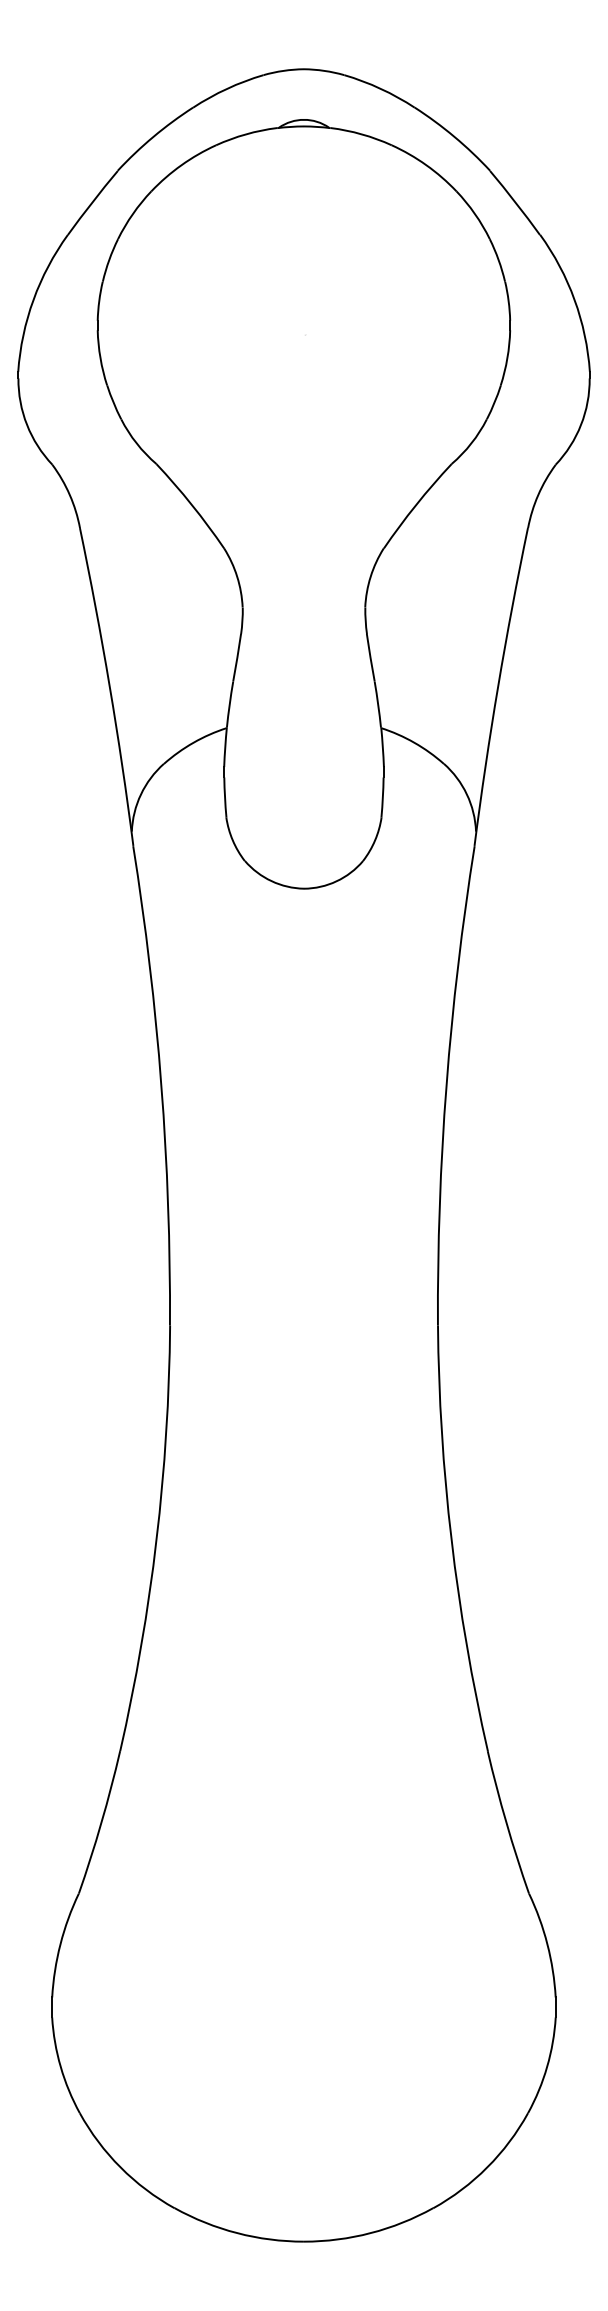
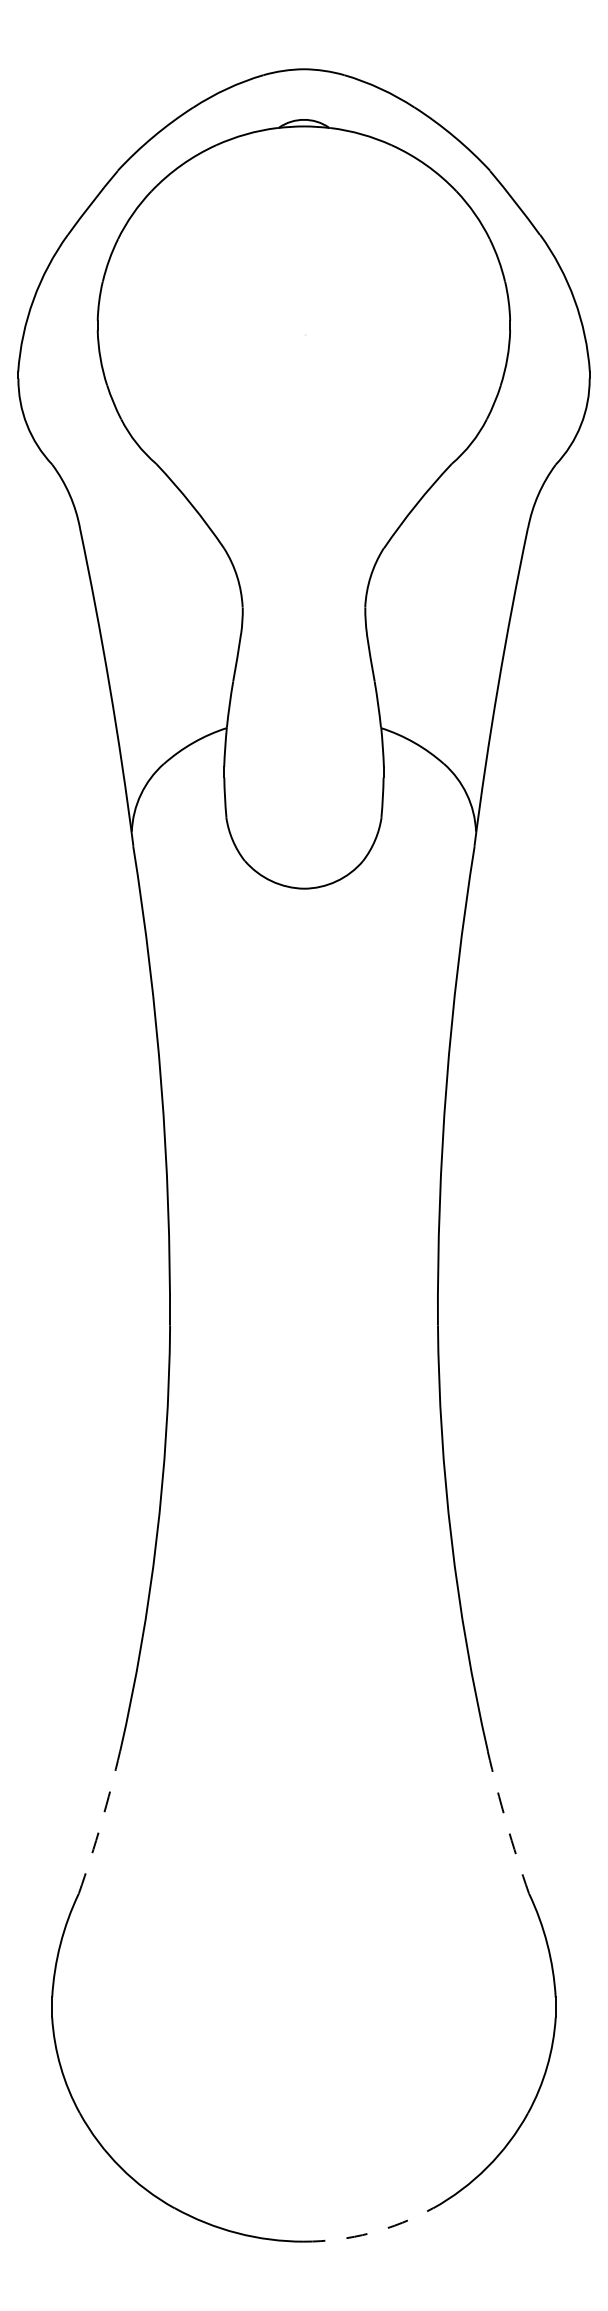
arc at (101, 1822): solid -> dashed
arc at (506, 1822): solid -> dashed
arc at (370, 2233): solid -> dashed
